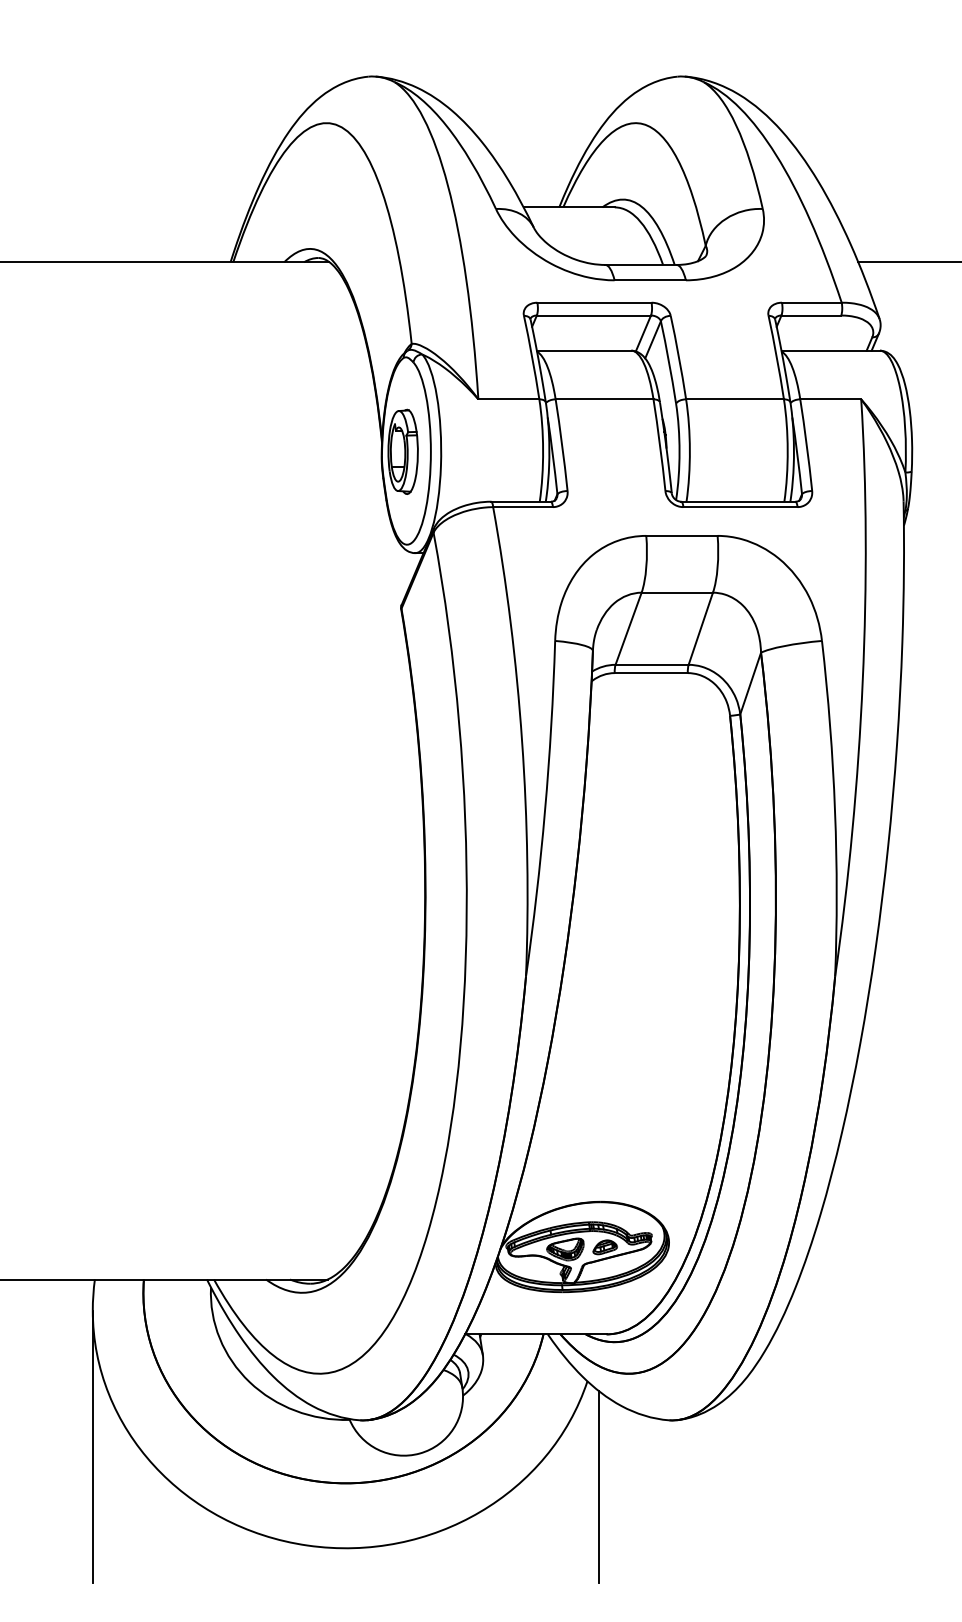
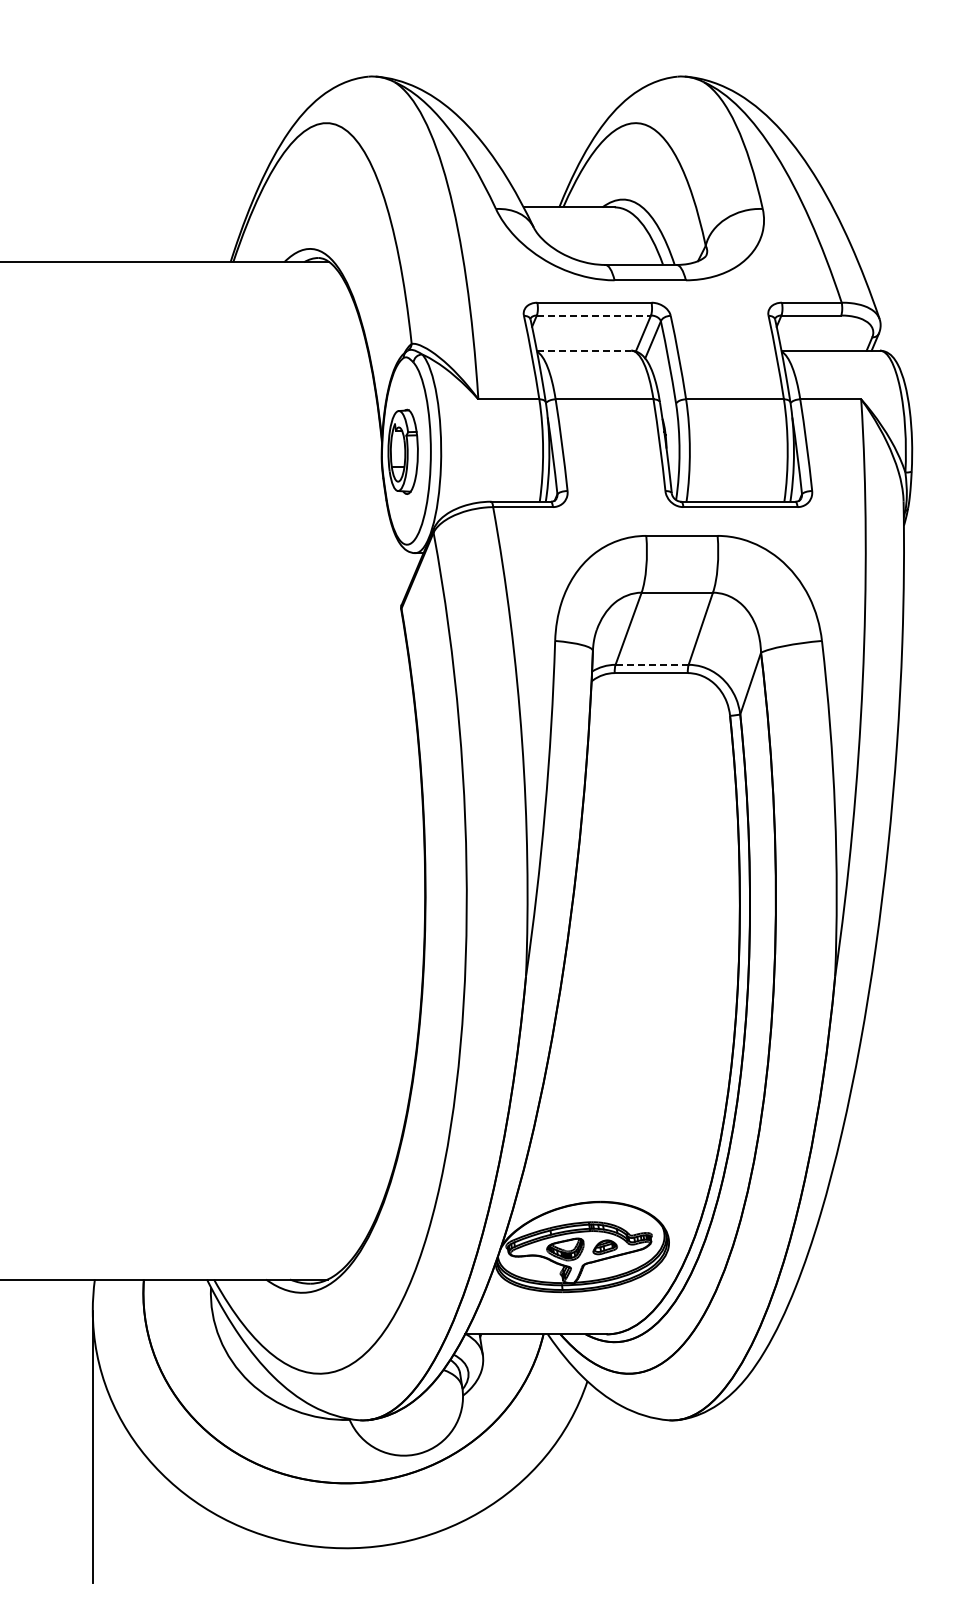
line at (908, 262): present -> none
line at (594, 315): solid -> dashed
line at (584, 350): solid -> dashed
line at (652, 664): solid -> dashed
line at (598, 1487): present -> none
